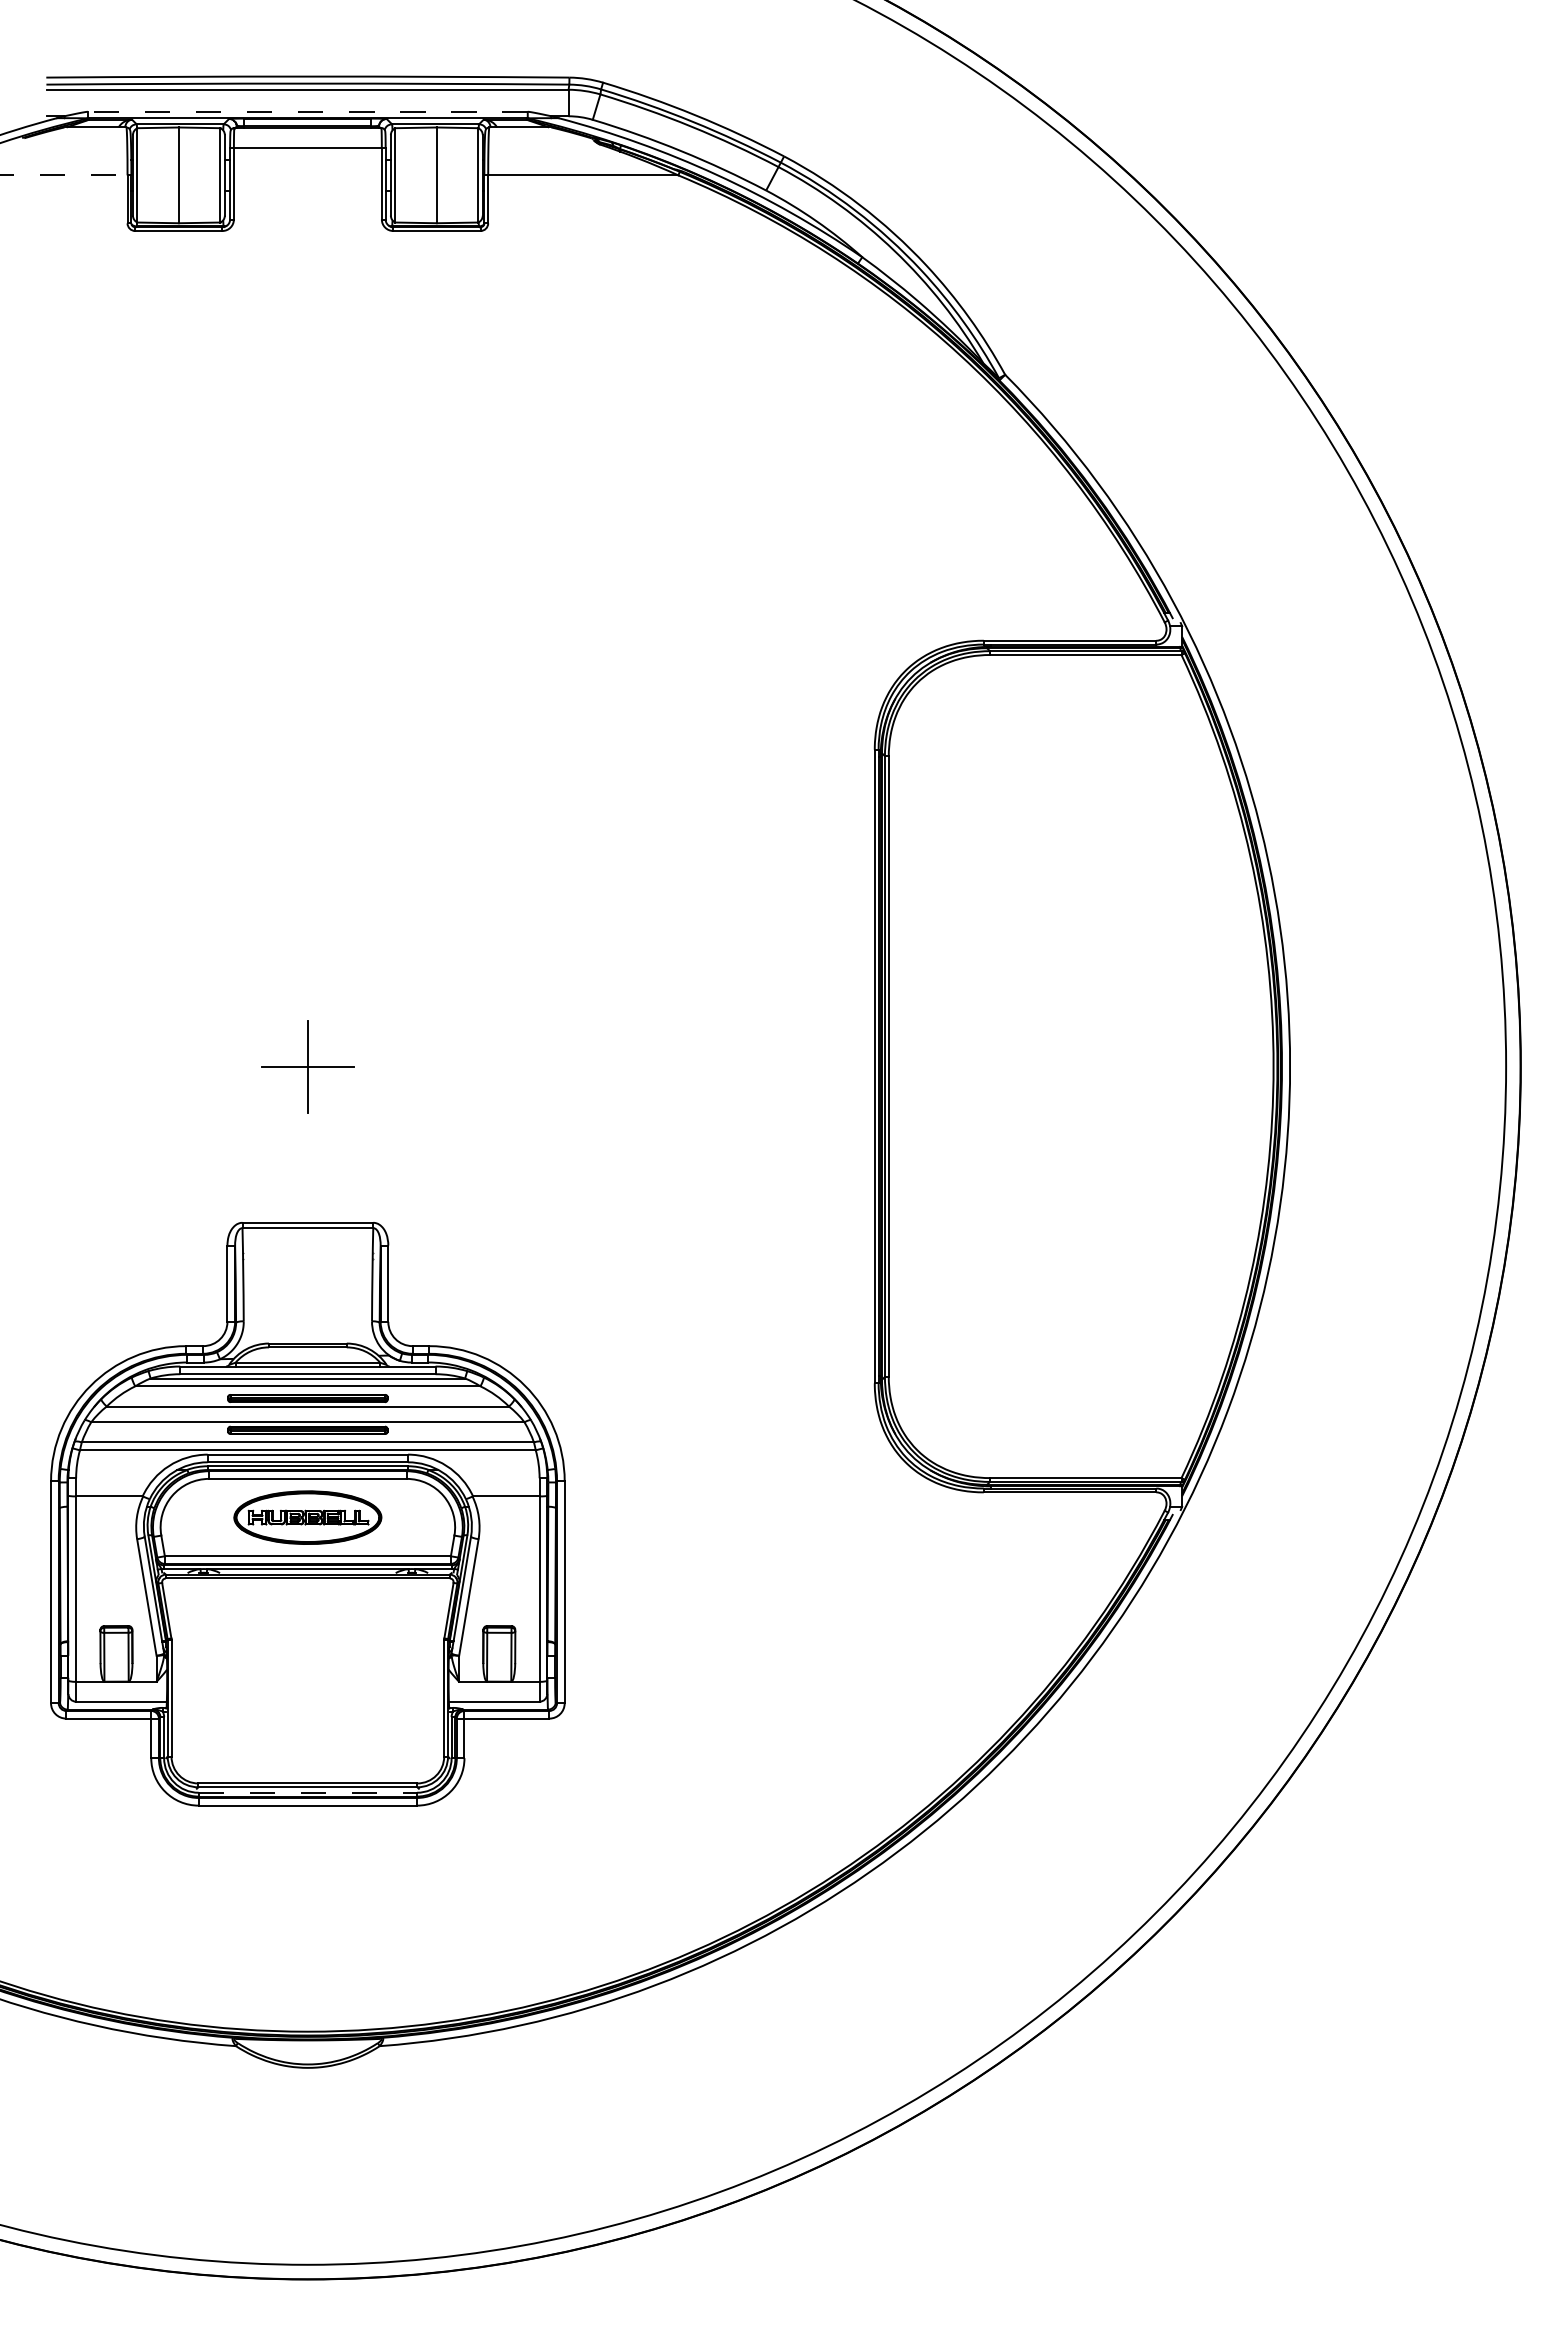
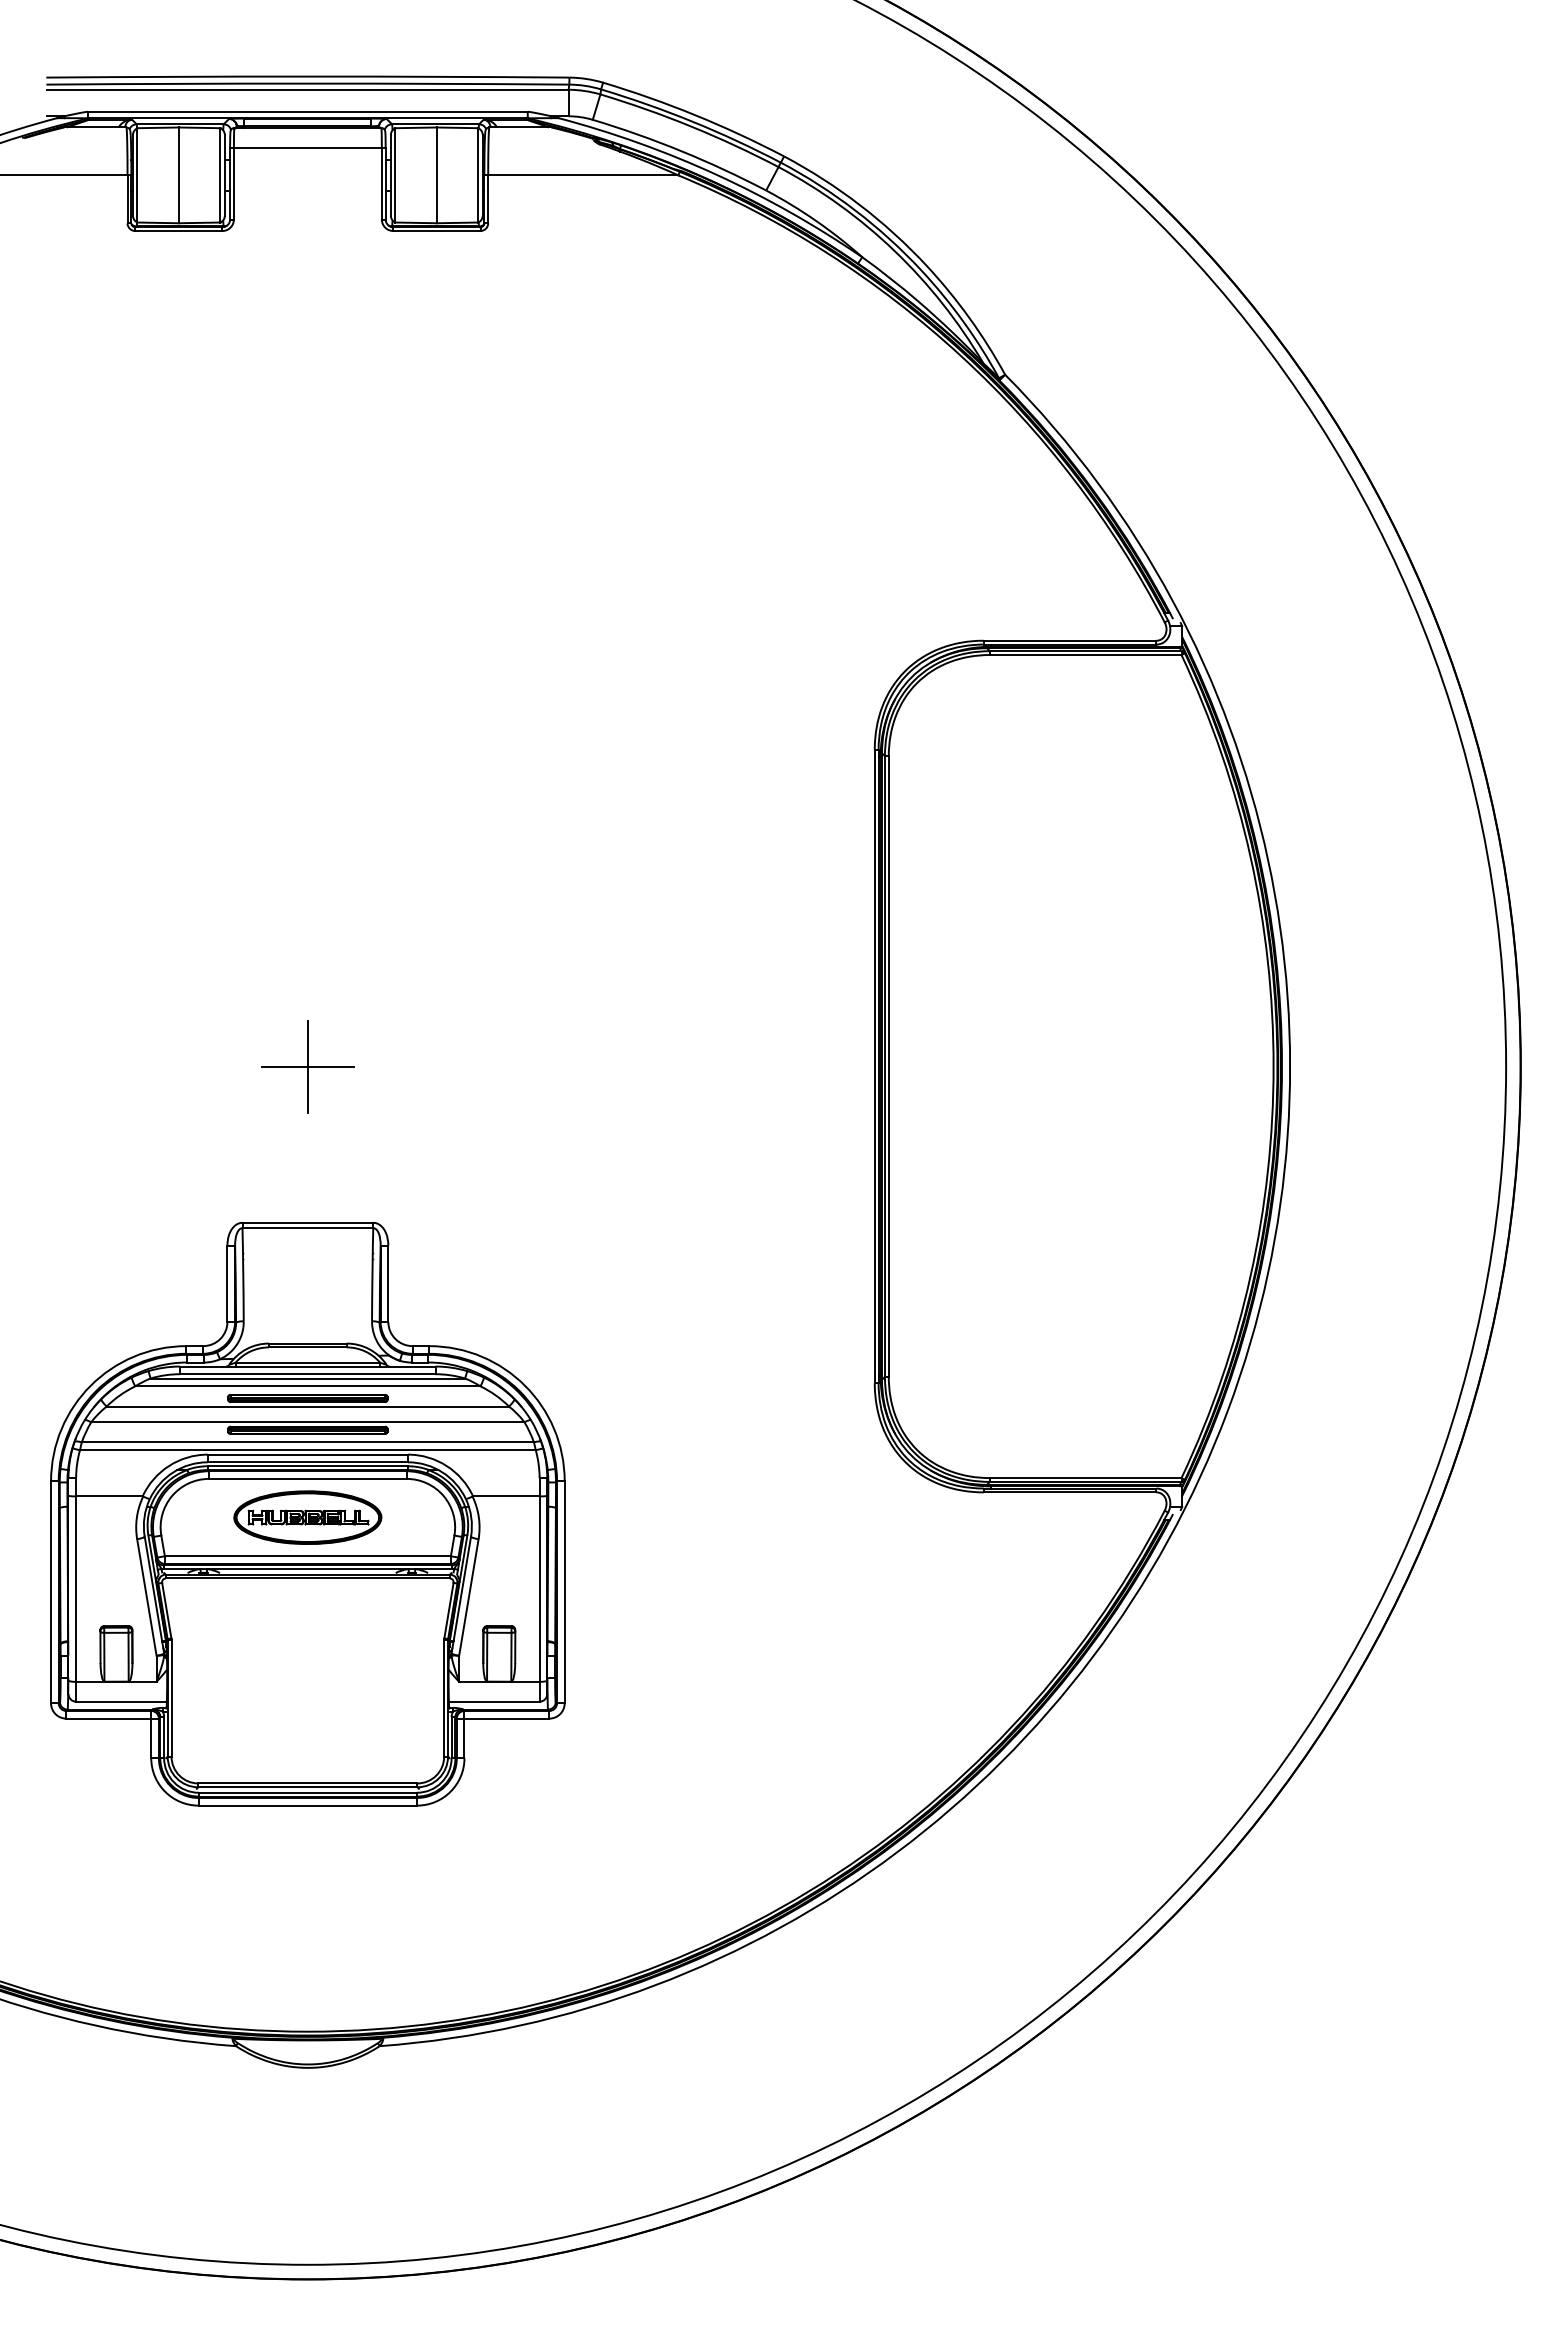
line at (307, 111): dashed -> solid
line at (63, 175): dashed -> solid
line at (308, 1792): dashed -> solid
